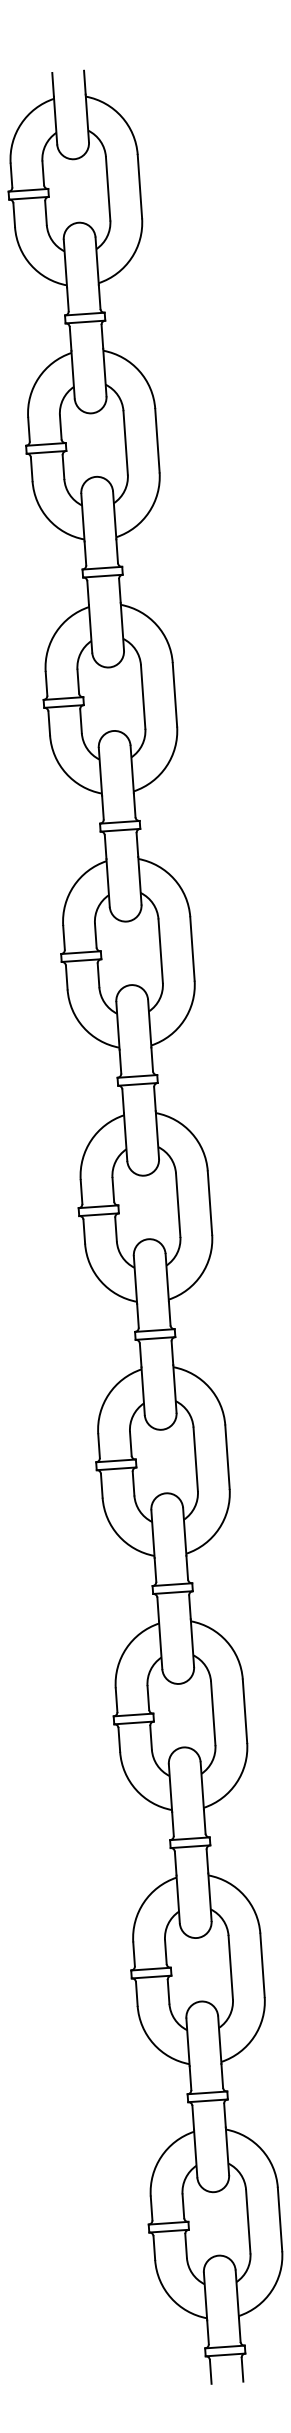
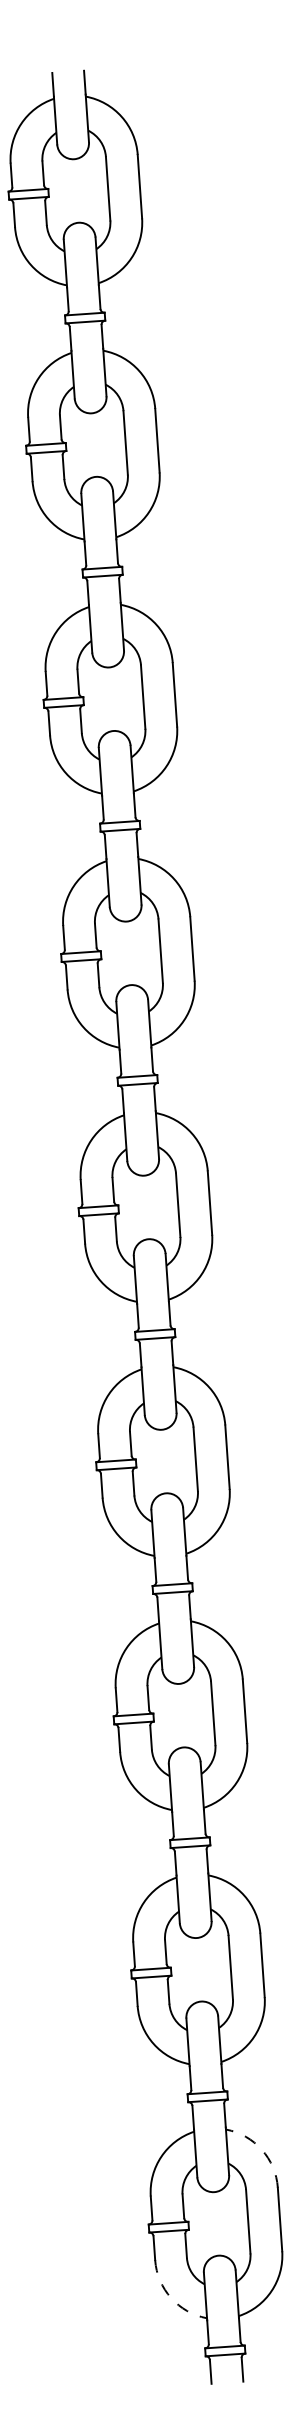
arc at (261, 2149): solid -> dashed
arc at (171, 2298): solid -> dashed
